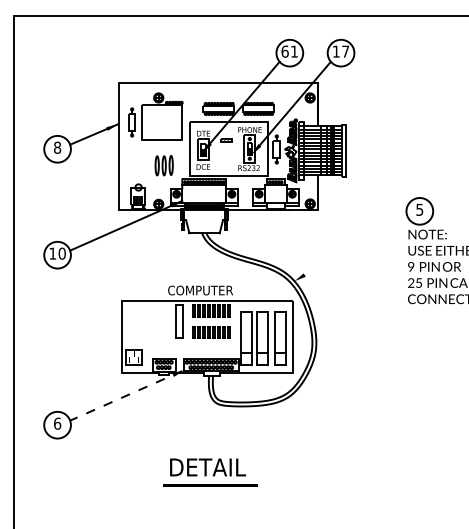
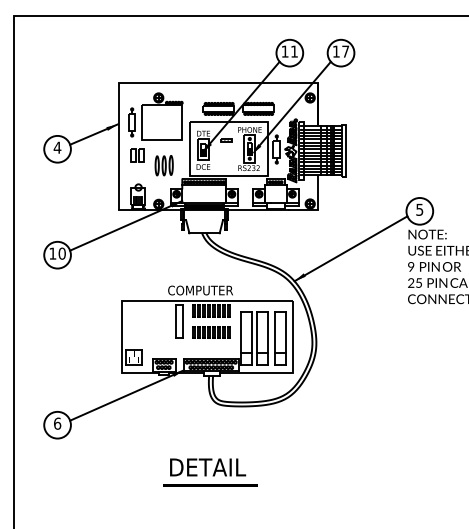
text at (284, 51): 61 -> 11
text at (57, 147): 8 -> 4
part at (137, 155): none -> present
line at (350, 248): none -> present
line at (125, 396): dashed -> solid
